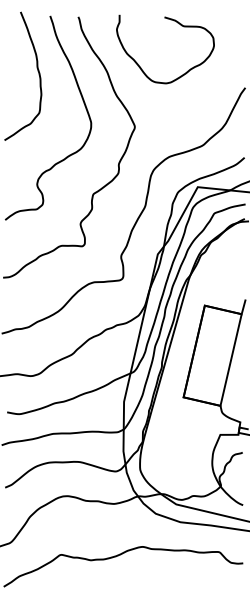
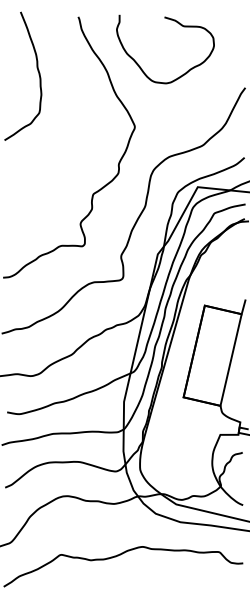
curve at (84, 106): present -> none
